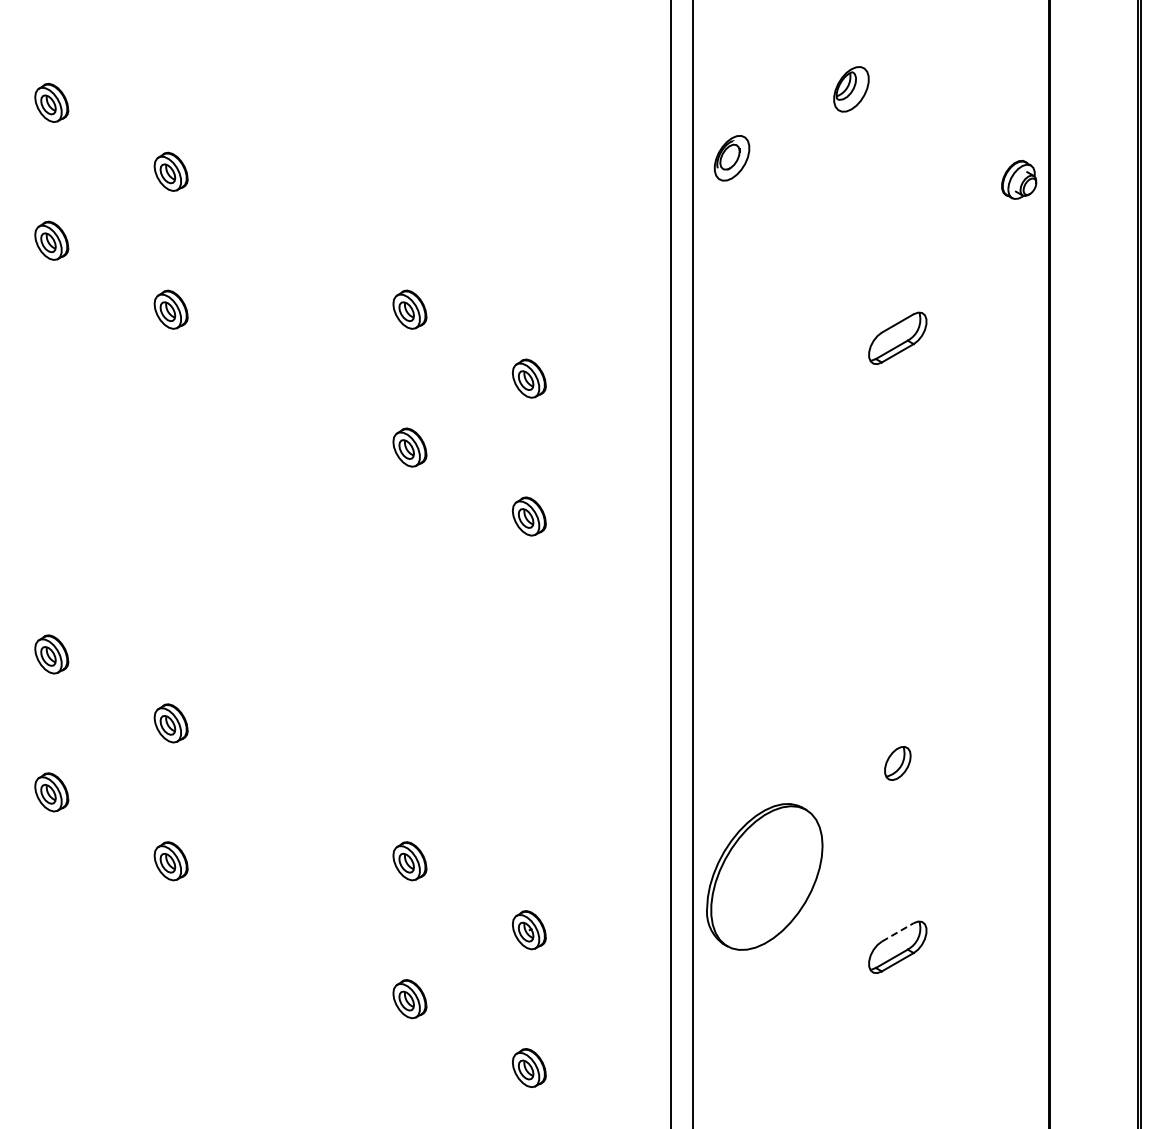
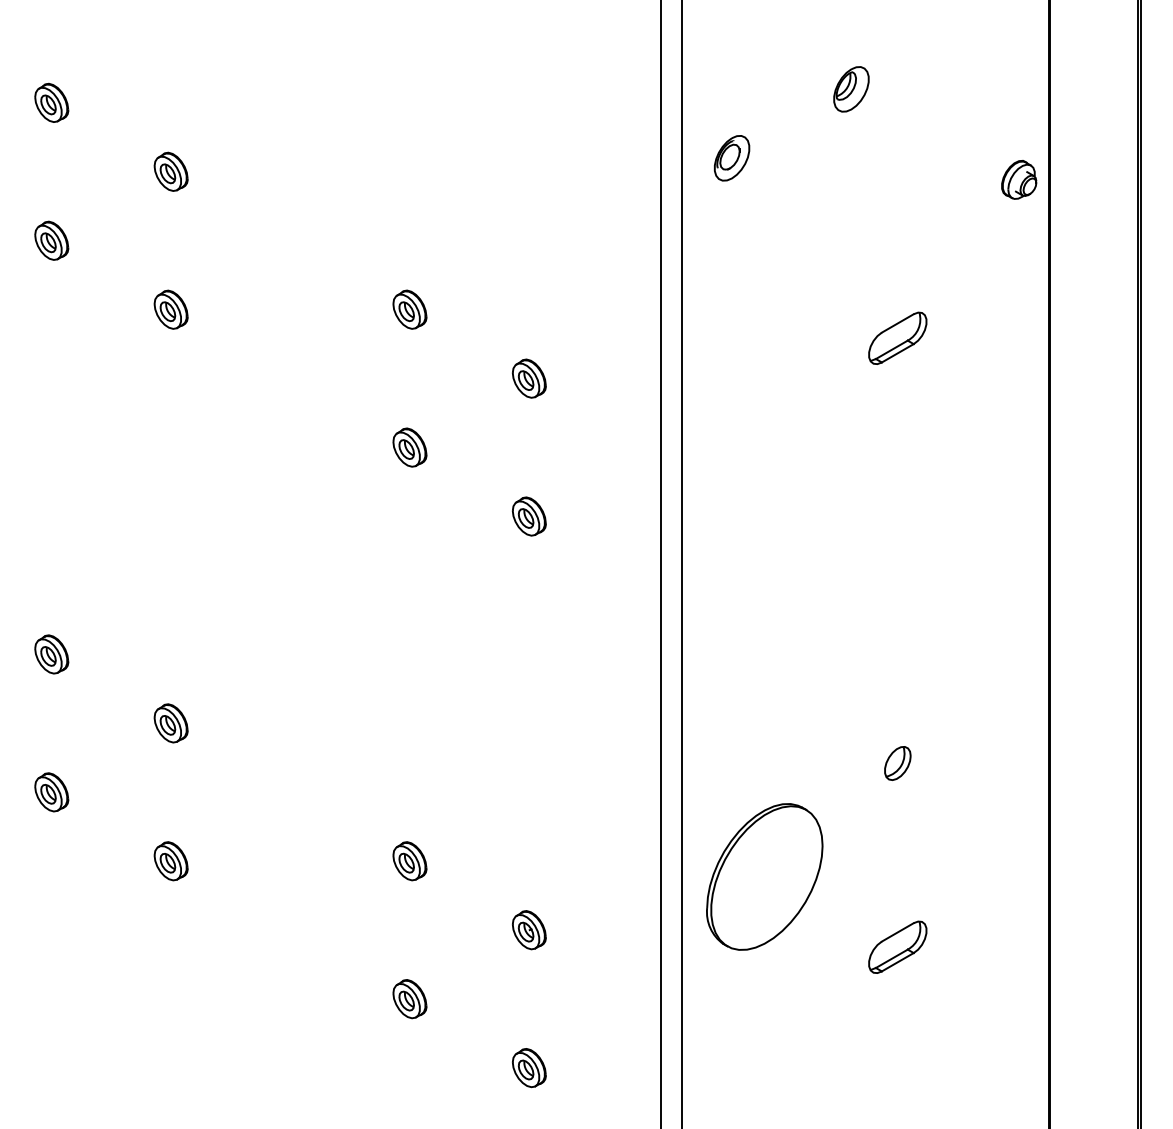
line at (671, 563) position: (671, 563) -> (661, 563)
line at (692, 563) position: (692, 563) -> (681, 563)
line at (898, 932): dashed -> solid
